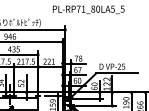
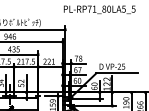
text at (88, 9) position: (88, 9) -> (99, 9)
